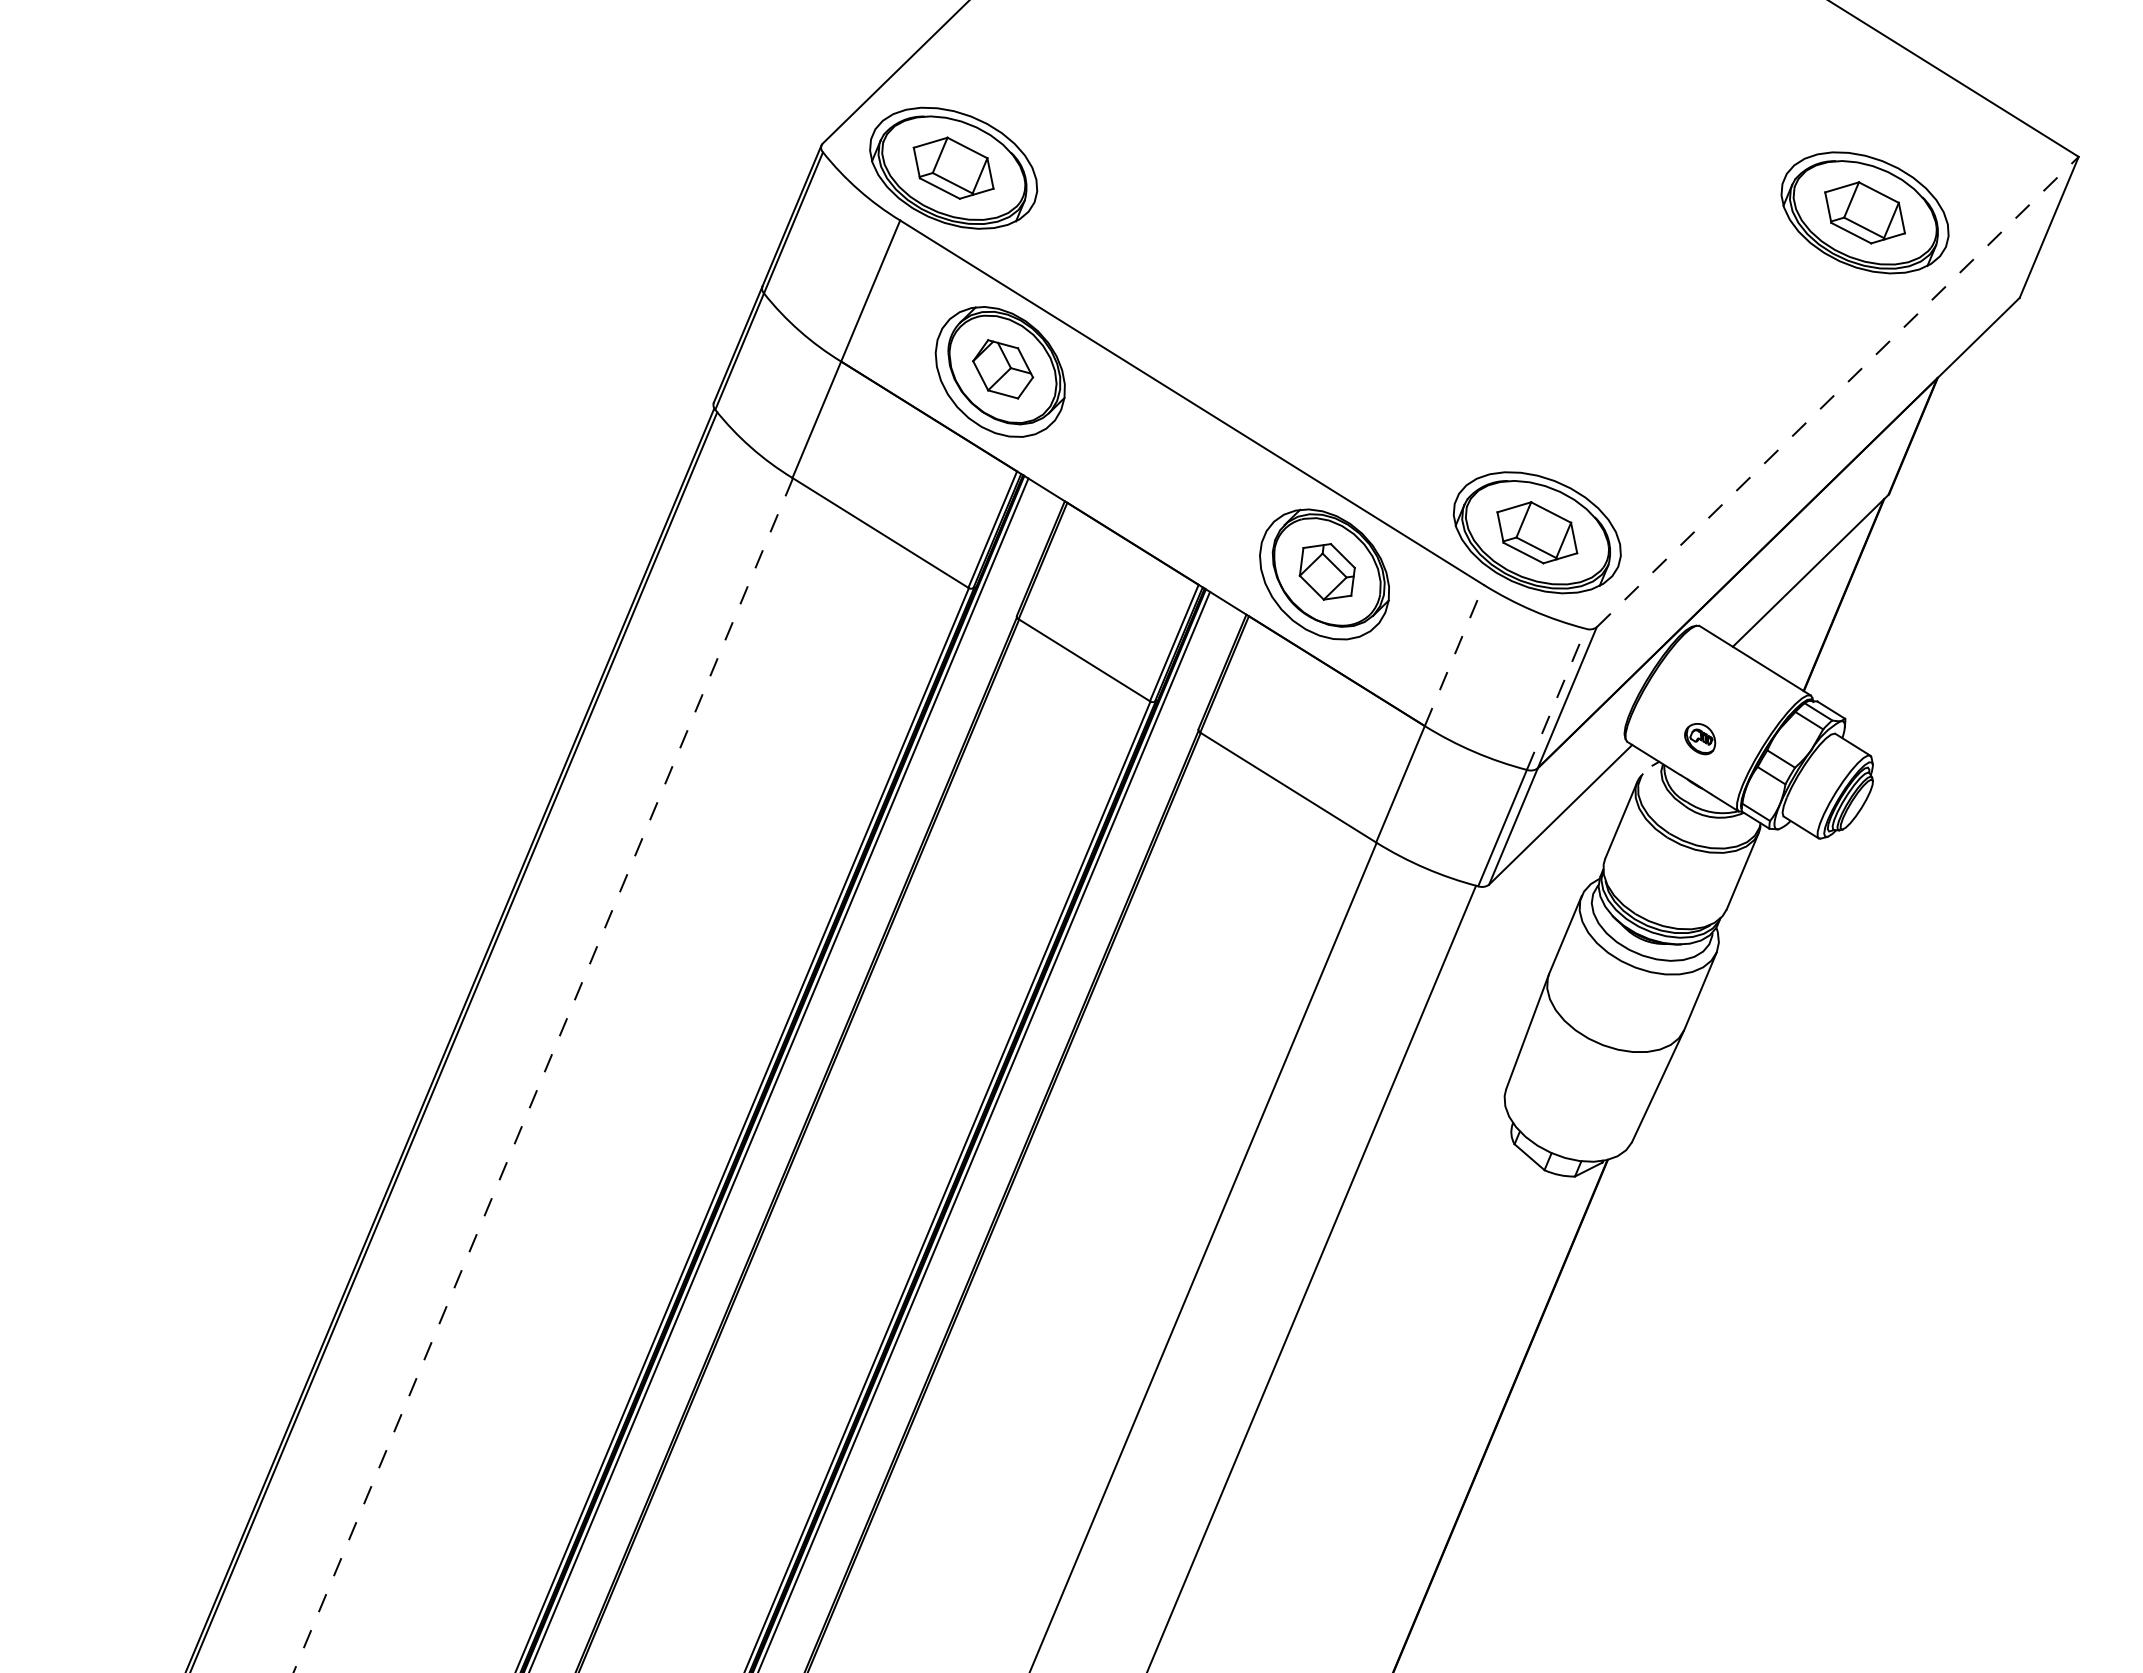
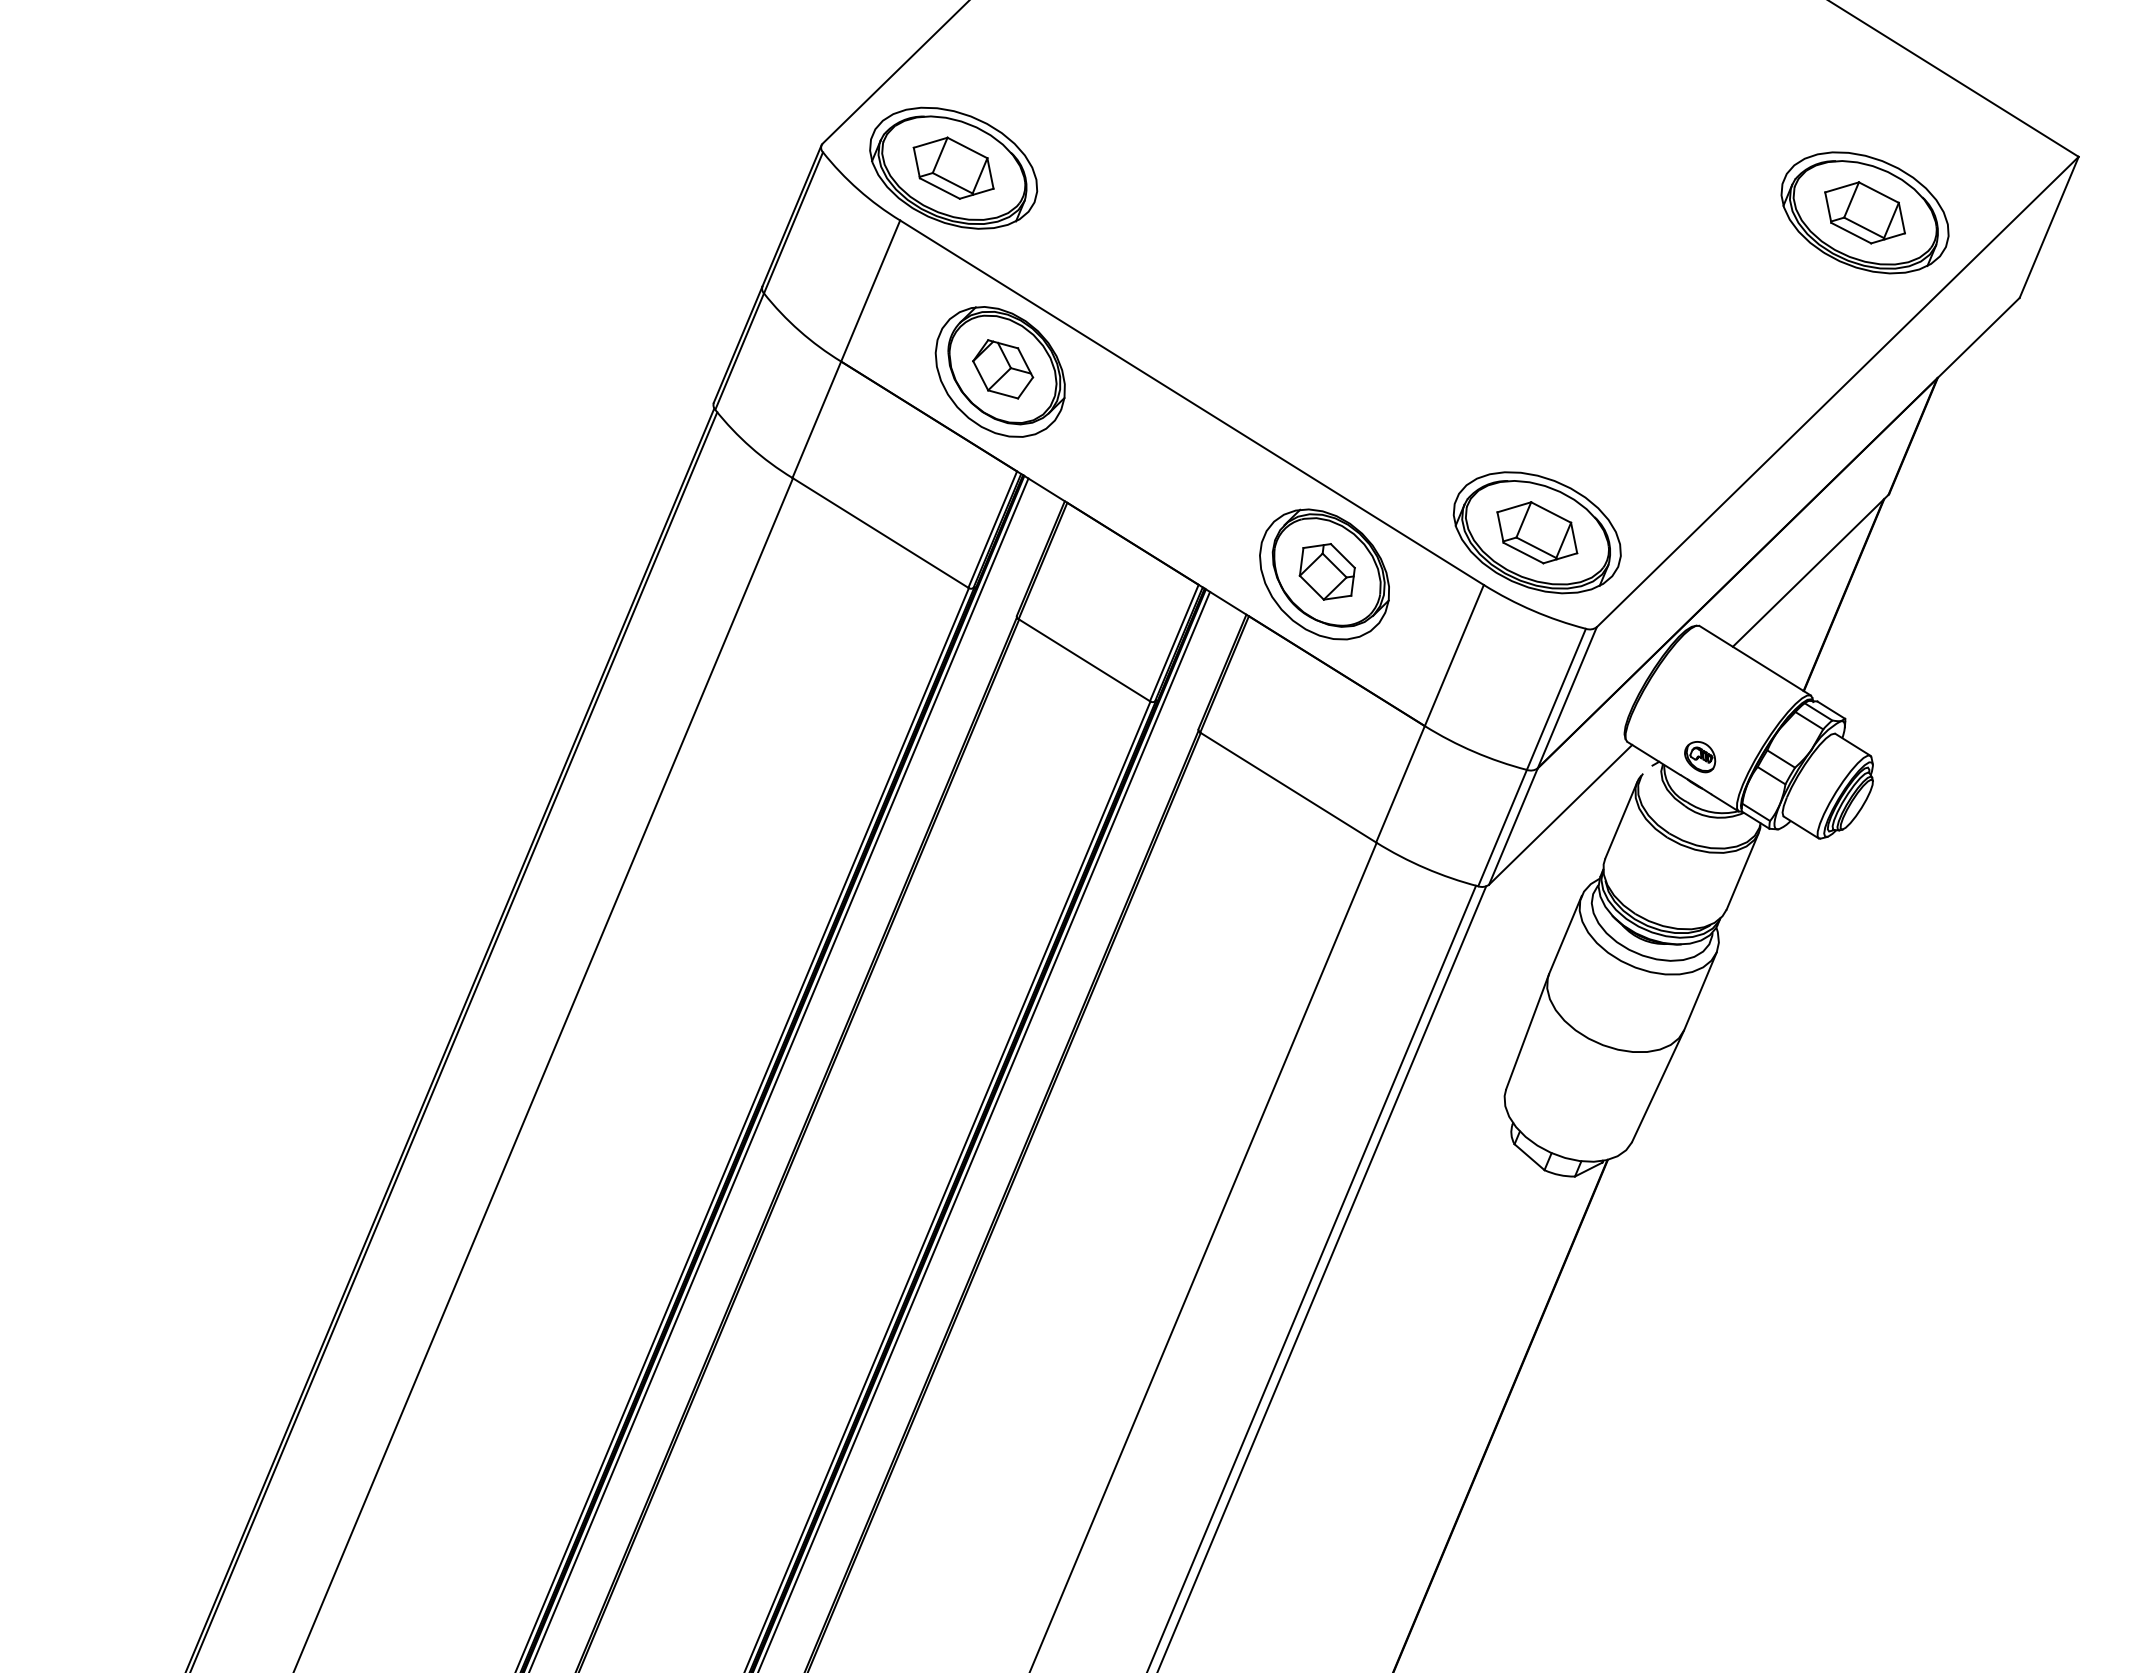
line at (1837, 392): dashed -> solid
line at (1454, 655): dashed -> solid
line at (1556, 698): dashed -> solid
part at (1700, 739) position: (1700, 739) -> (1700, 757)
line at (543, 1075): dashed -> solid
line at (1322, 1277): none -> present
